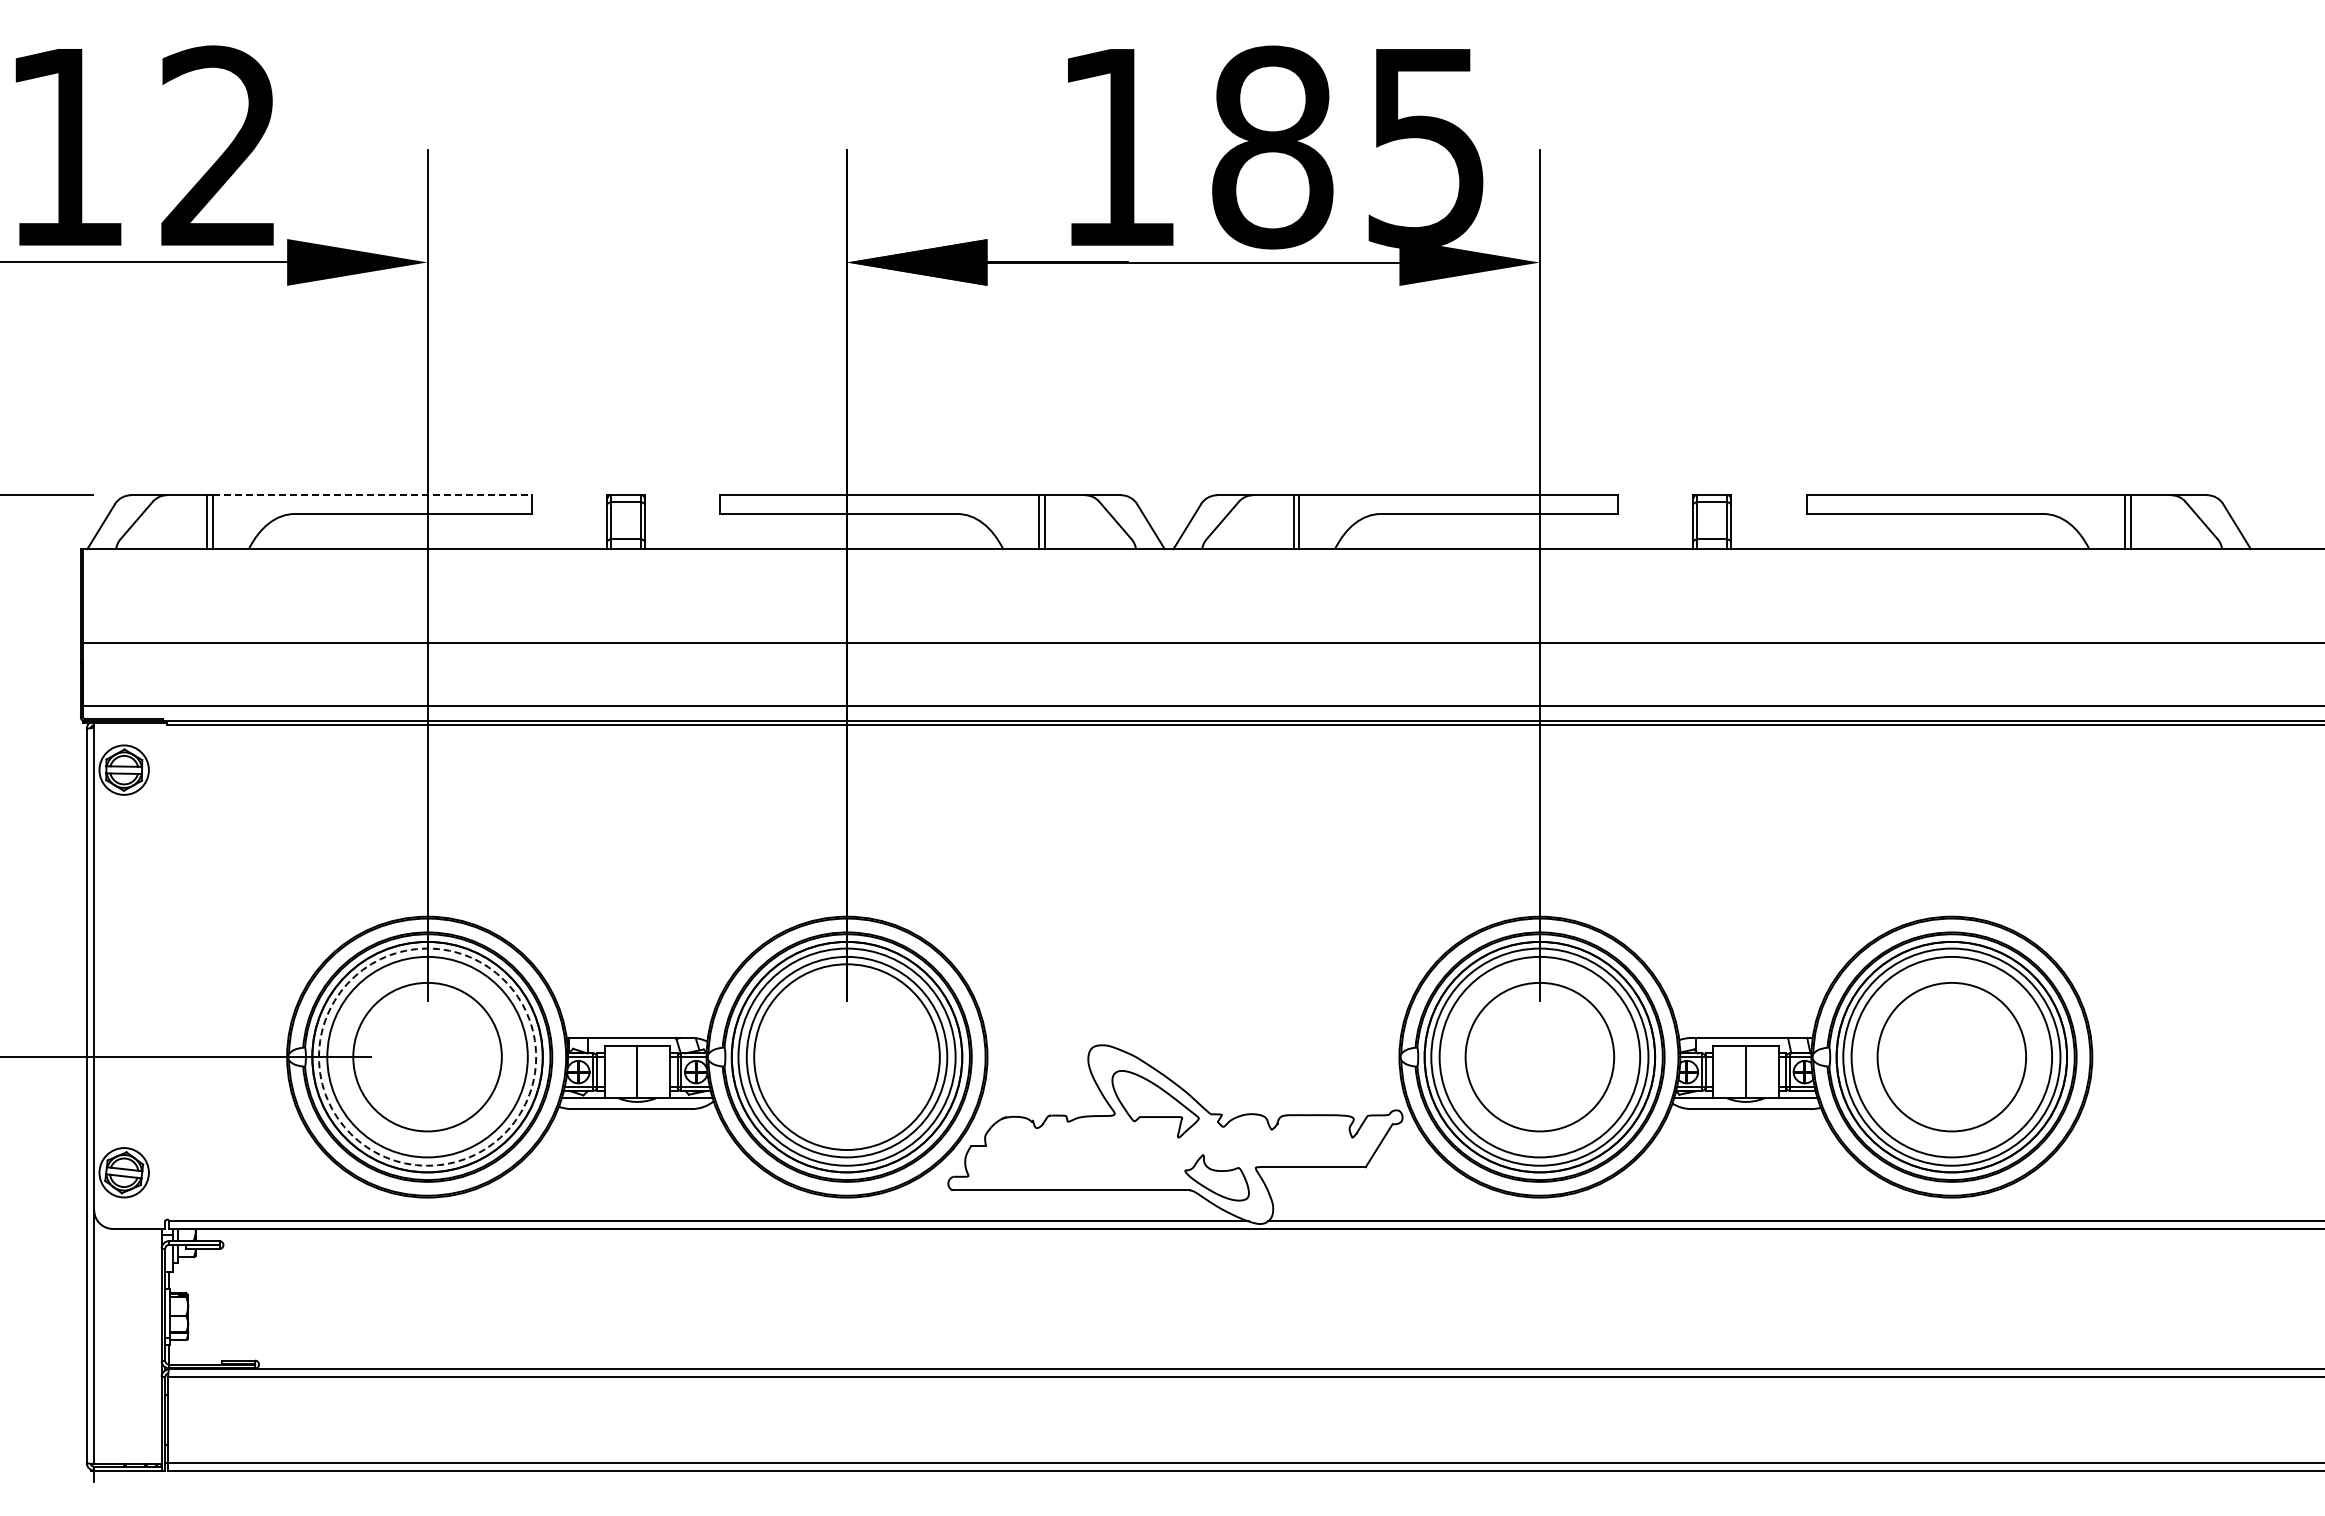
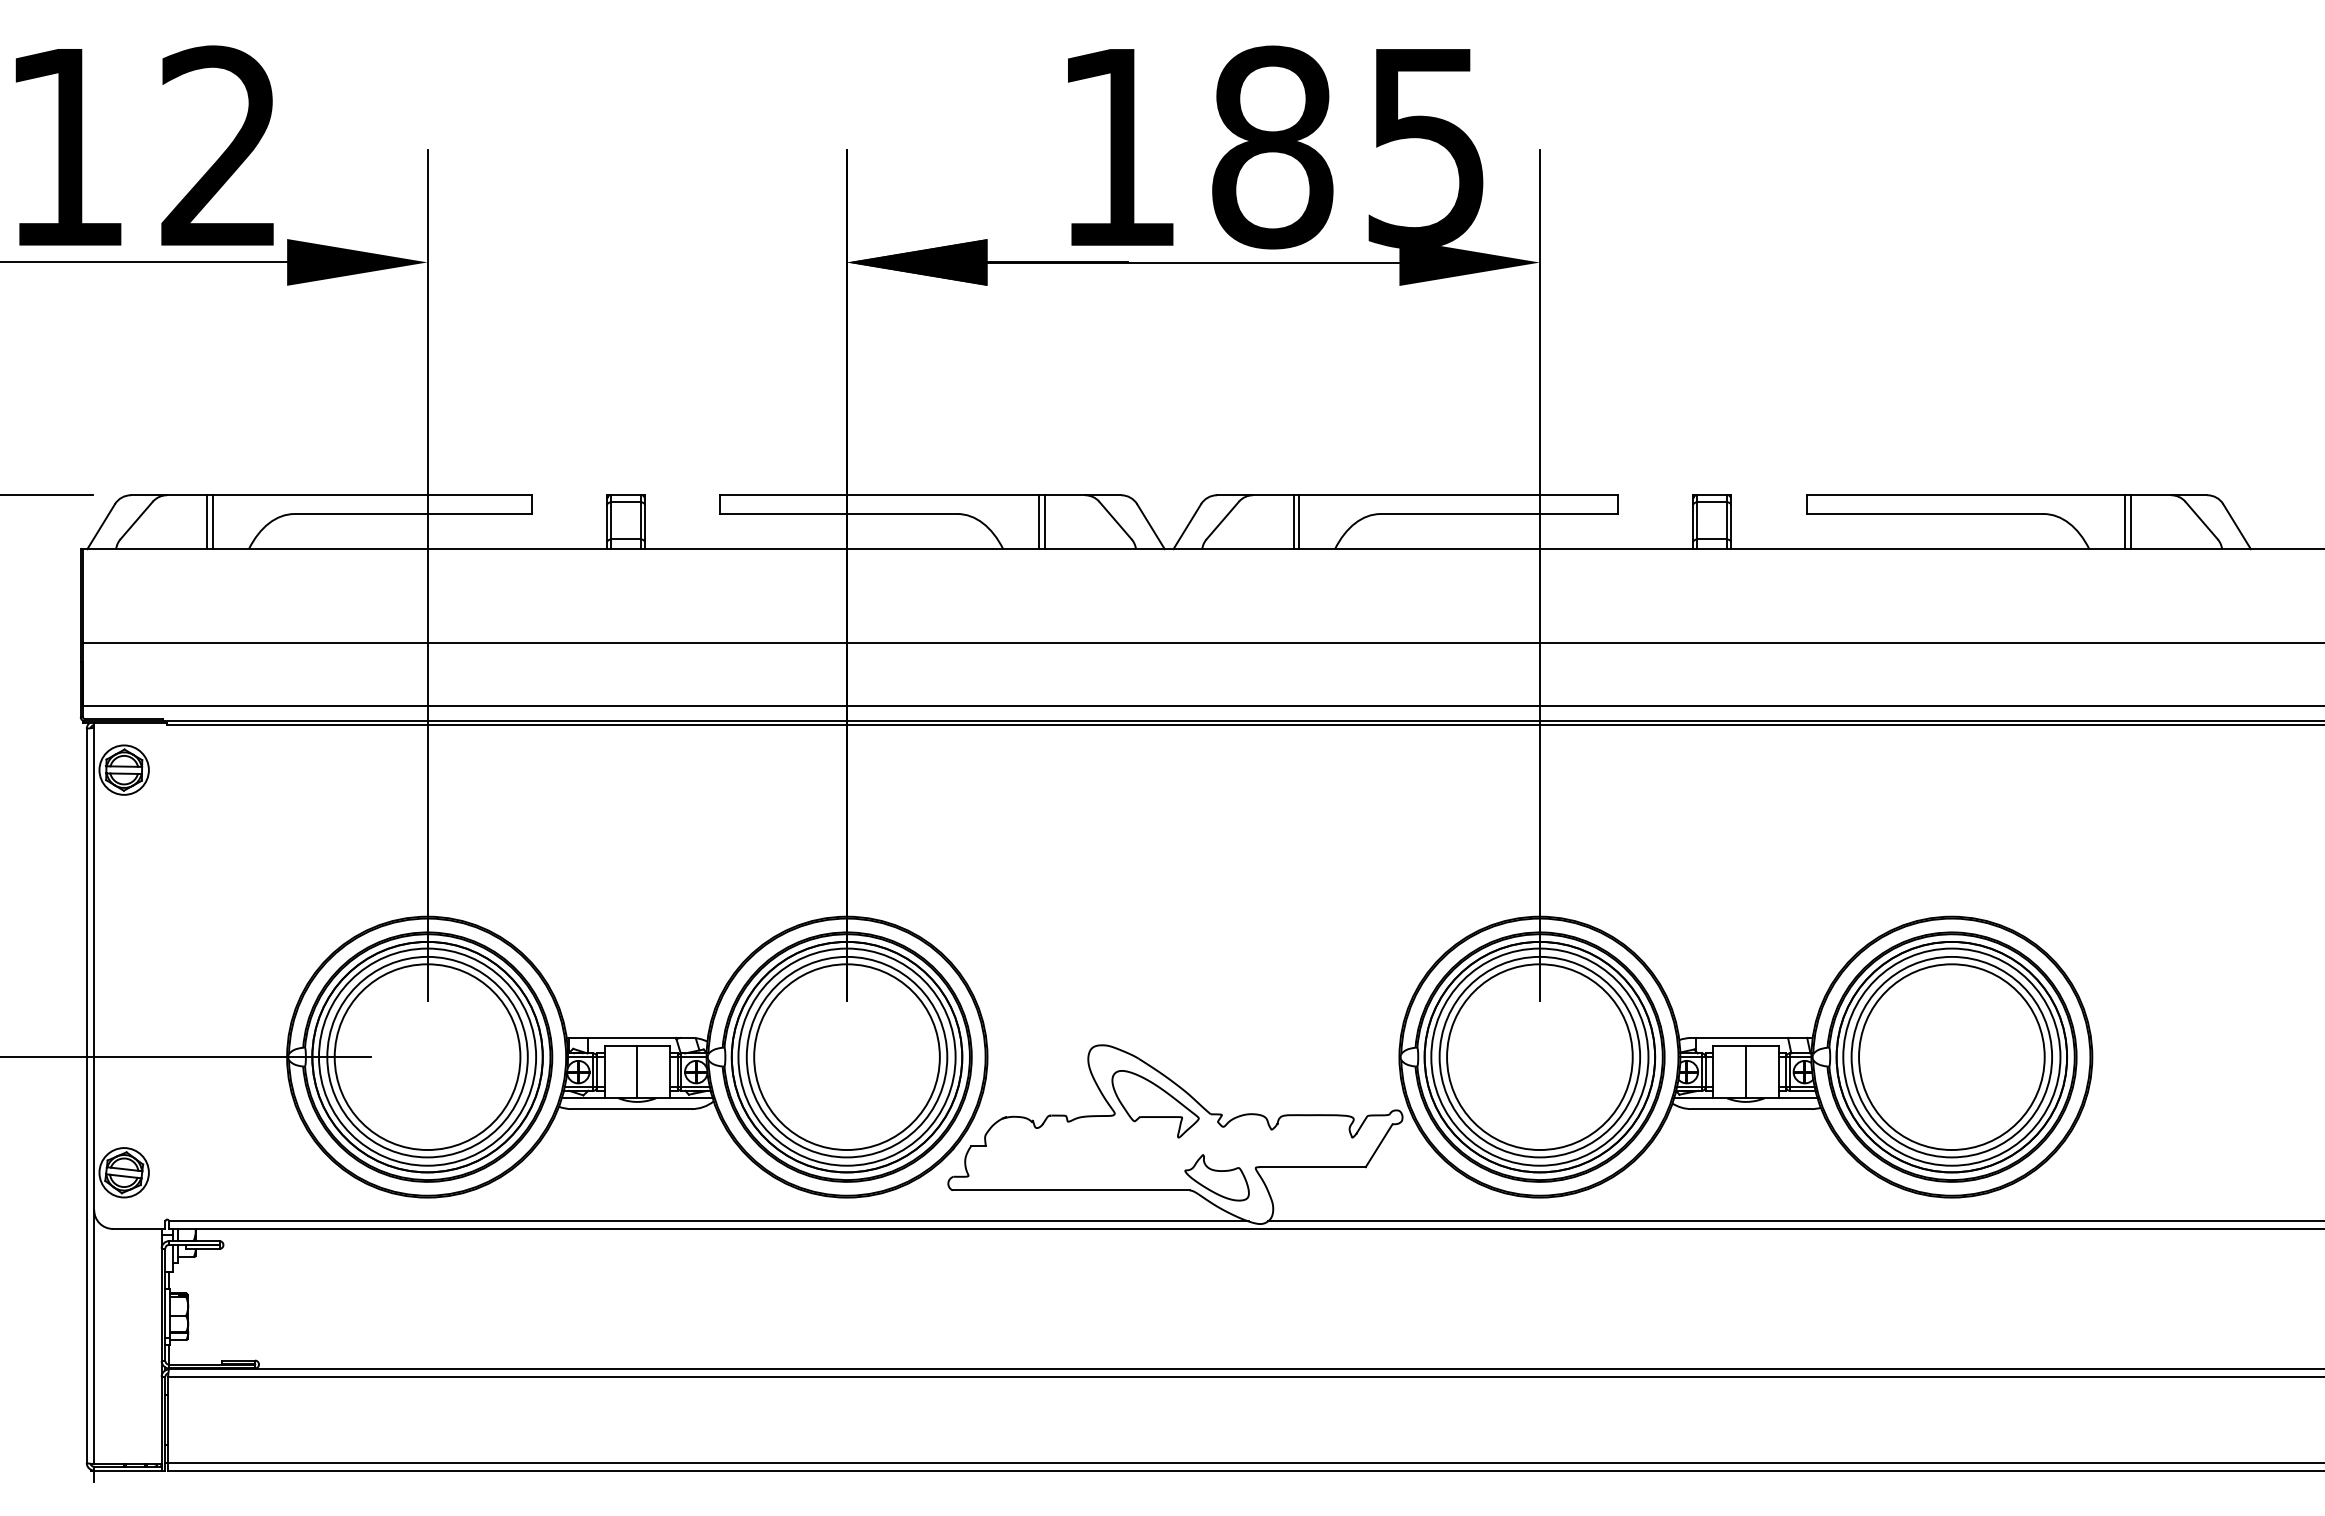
line at (372, 495): dashed -> solid
circle at (427, 1056) diameter: 149 px -> 186 px
circle at (427, 1056): dashed -> solid
circle at (1539, 1056) diameter: 149 px -> 186 px
circle at (1951, 1056) diameter: 149 px -> 186 px
